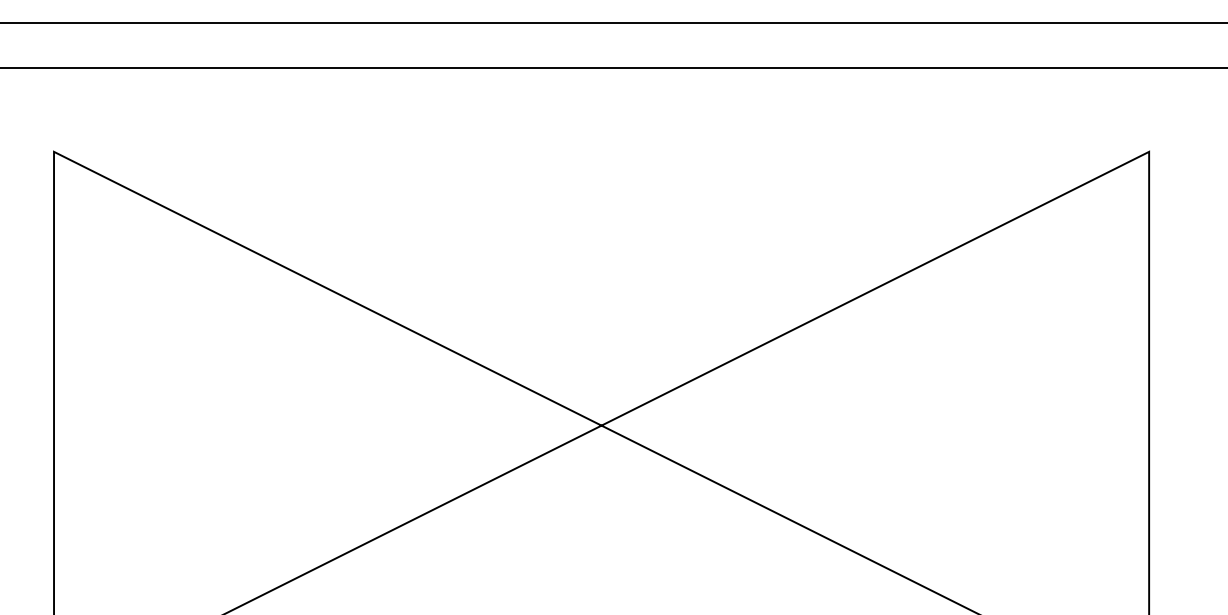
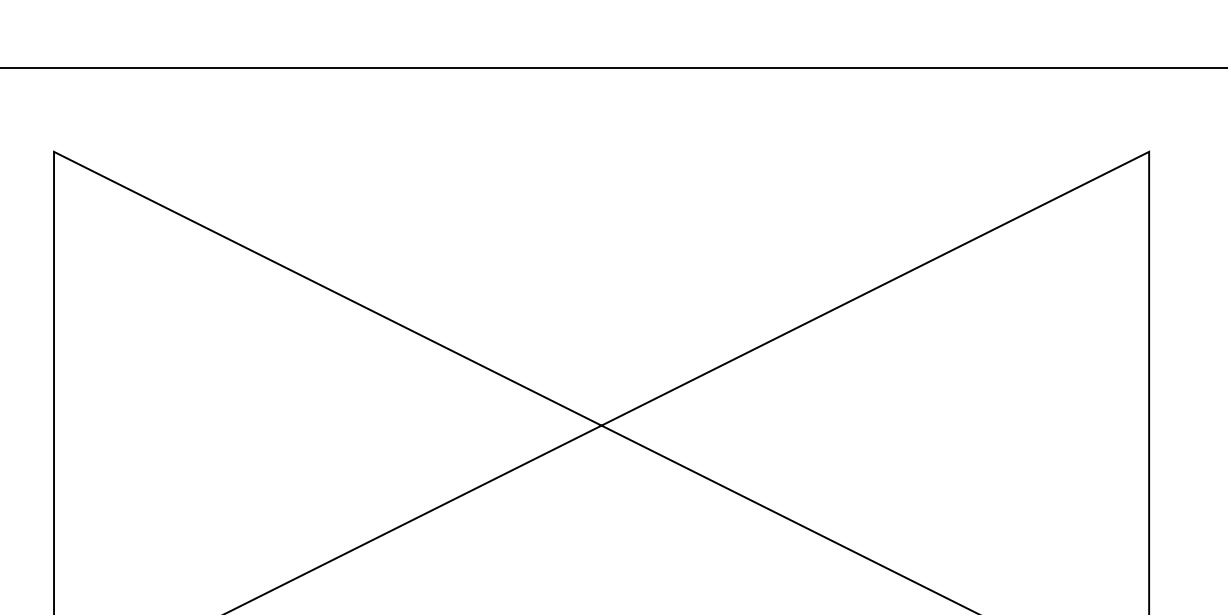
line at (613, 22): present -> none
